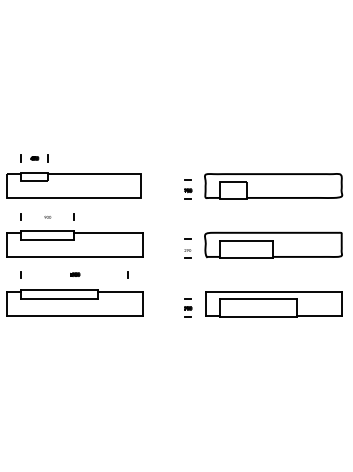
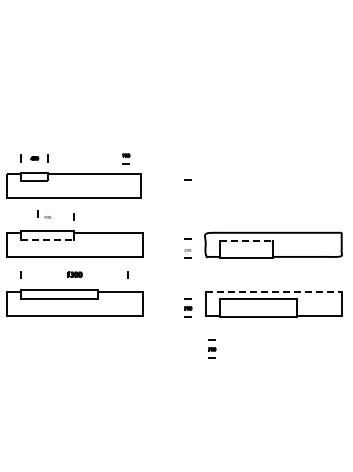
part at (273, 186): present -> none
part at (188, 193) position: (188, 193) -> (126, 158)
line at (20, 216) position: (20, 216) -> (37, 213)
line at (48, 239): solid -> dashed
line at (247, 240): solid -> dashed
part at (75, 274) size: 11x5 px -> 16x7 px
line at (274, 291): solid -> dashed
part at (212, 348): none -> present
